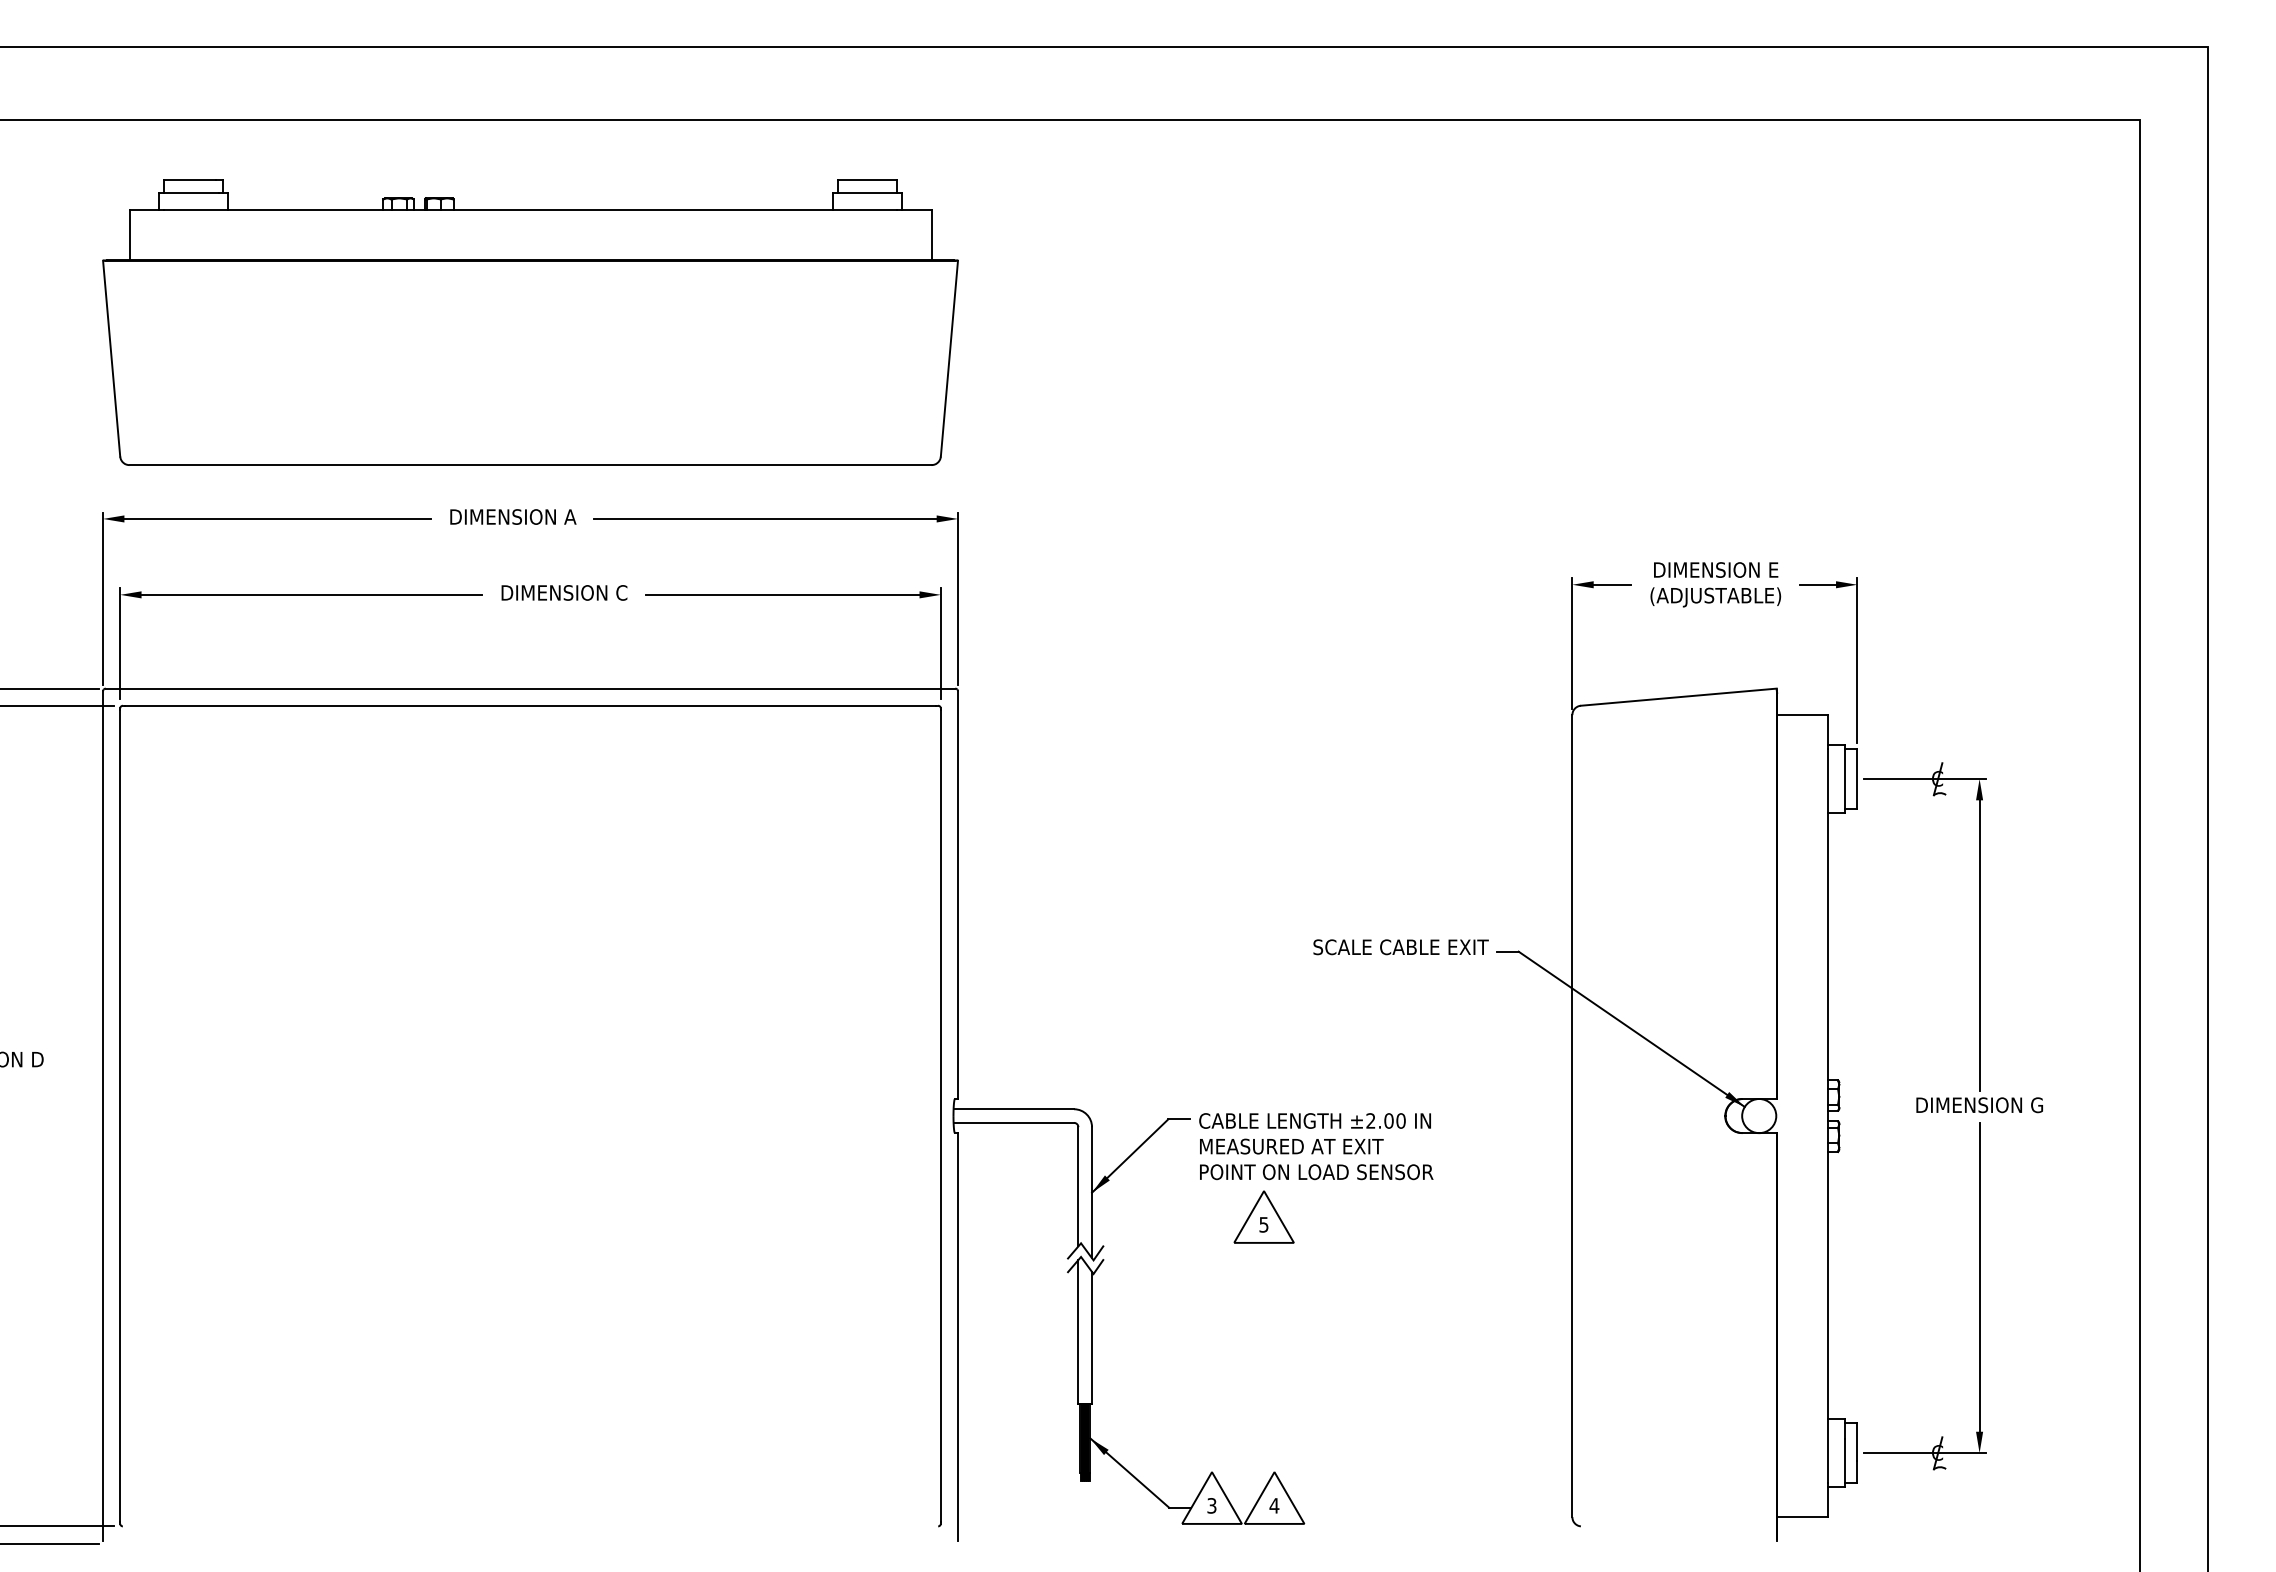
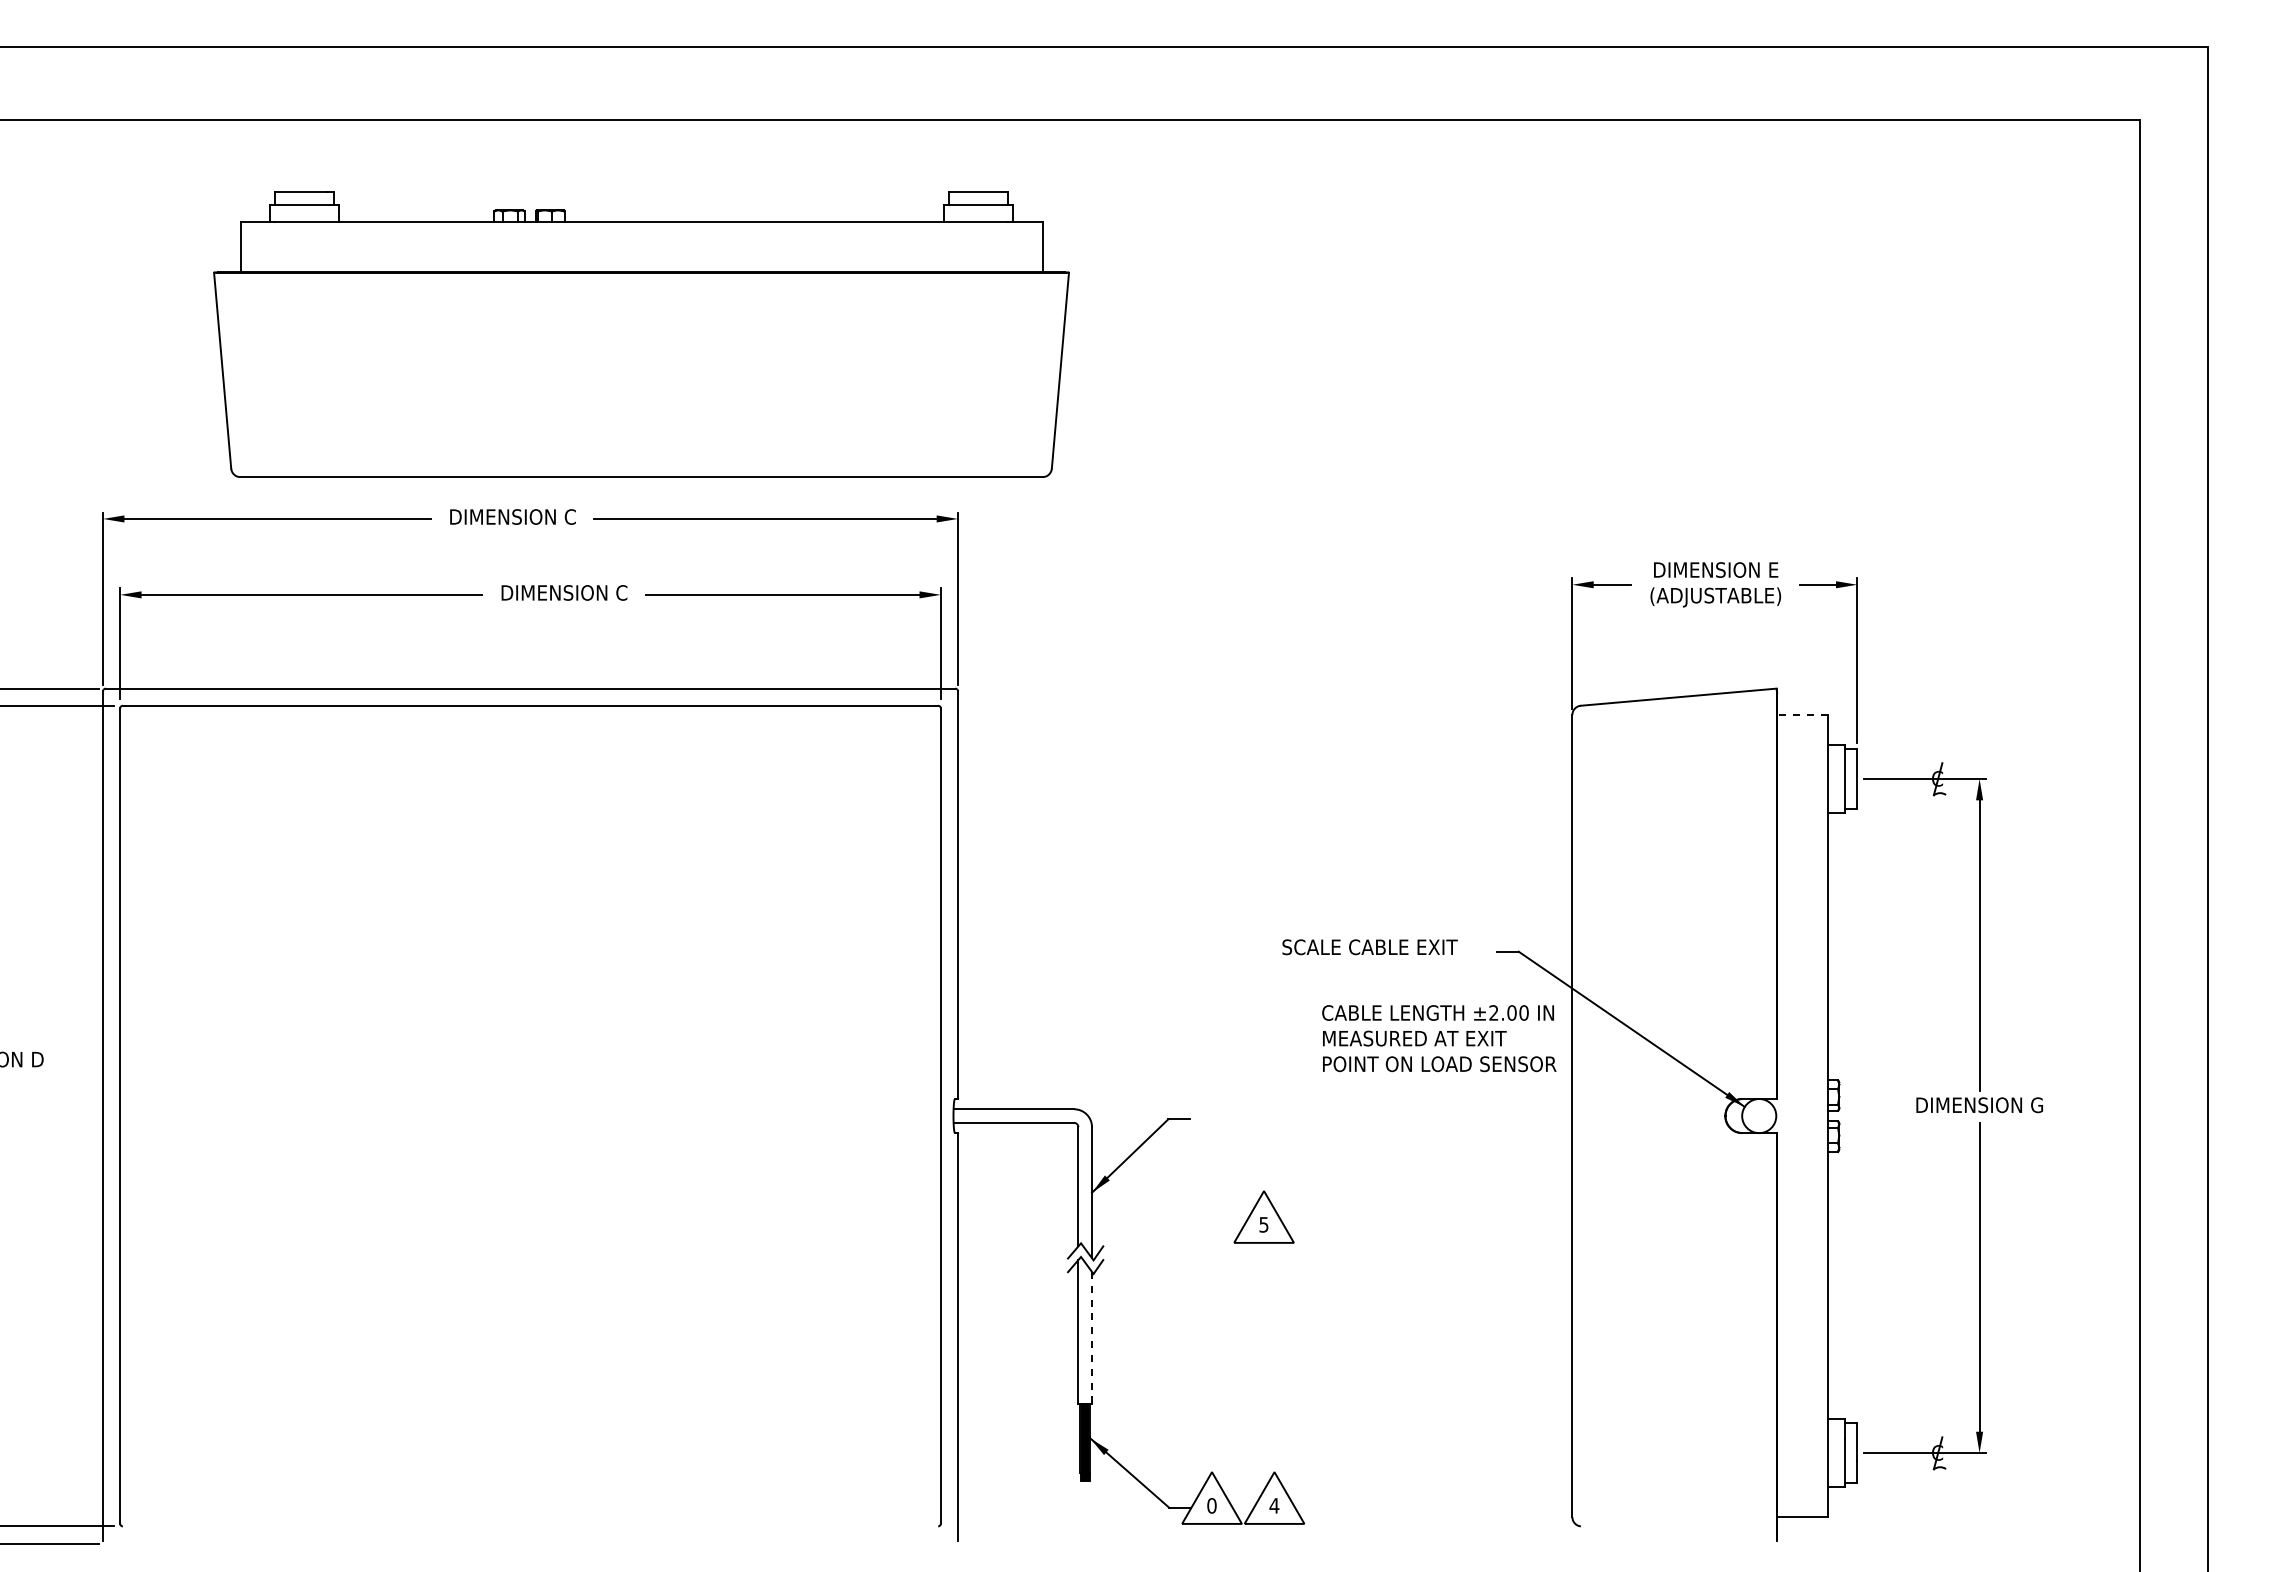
part at (530, 322) position: (530, 322) -> (641, 334)
text at (513, 516): DIMENSION A -> DIMENSION C
line at (1801, 715): solid -> dashed
text at (1400, 947) position: (1400, 947) -> (1369, 947)
text at (1316, 1146) position: (1316, 1146) -> (1439, 1038)
line at (1092, 1338): solid -> dashed
text at (1211, 1505): 3 -> 0
